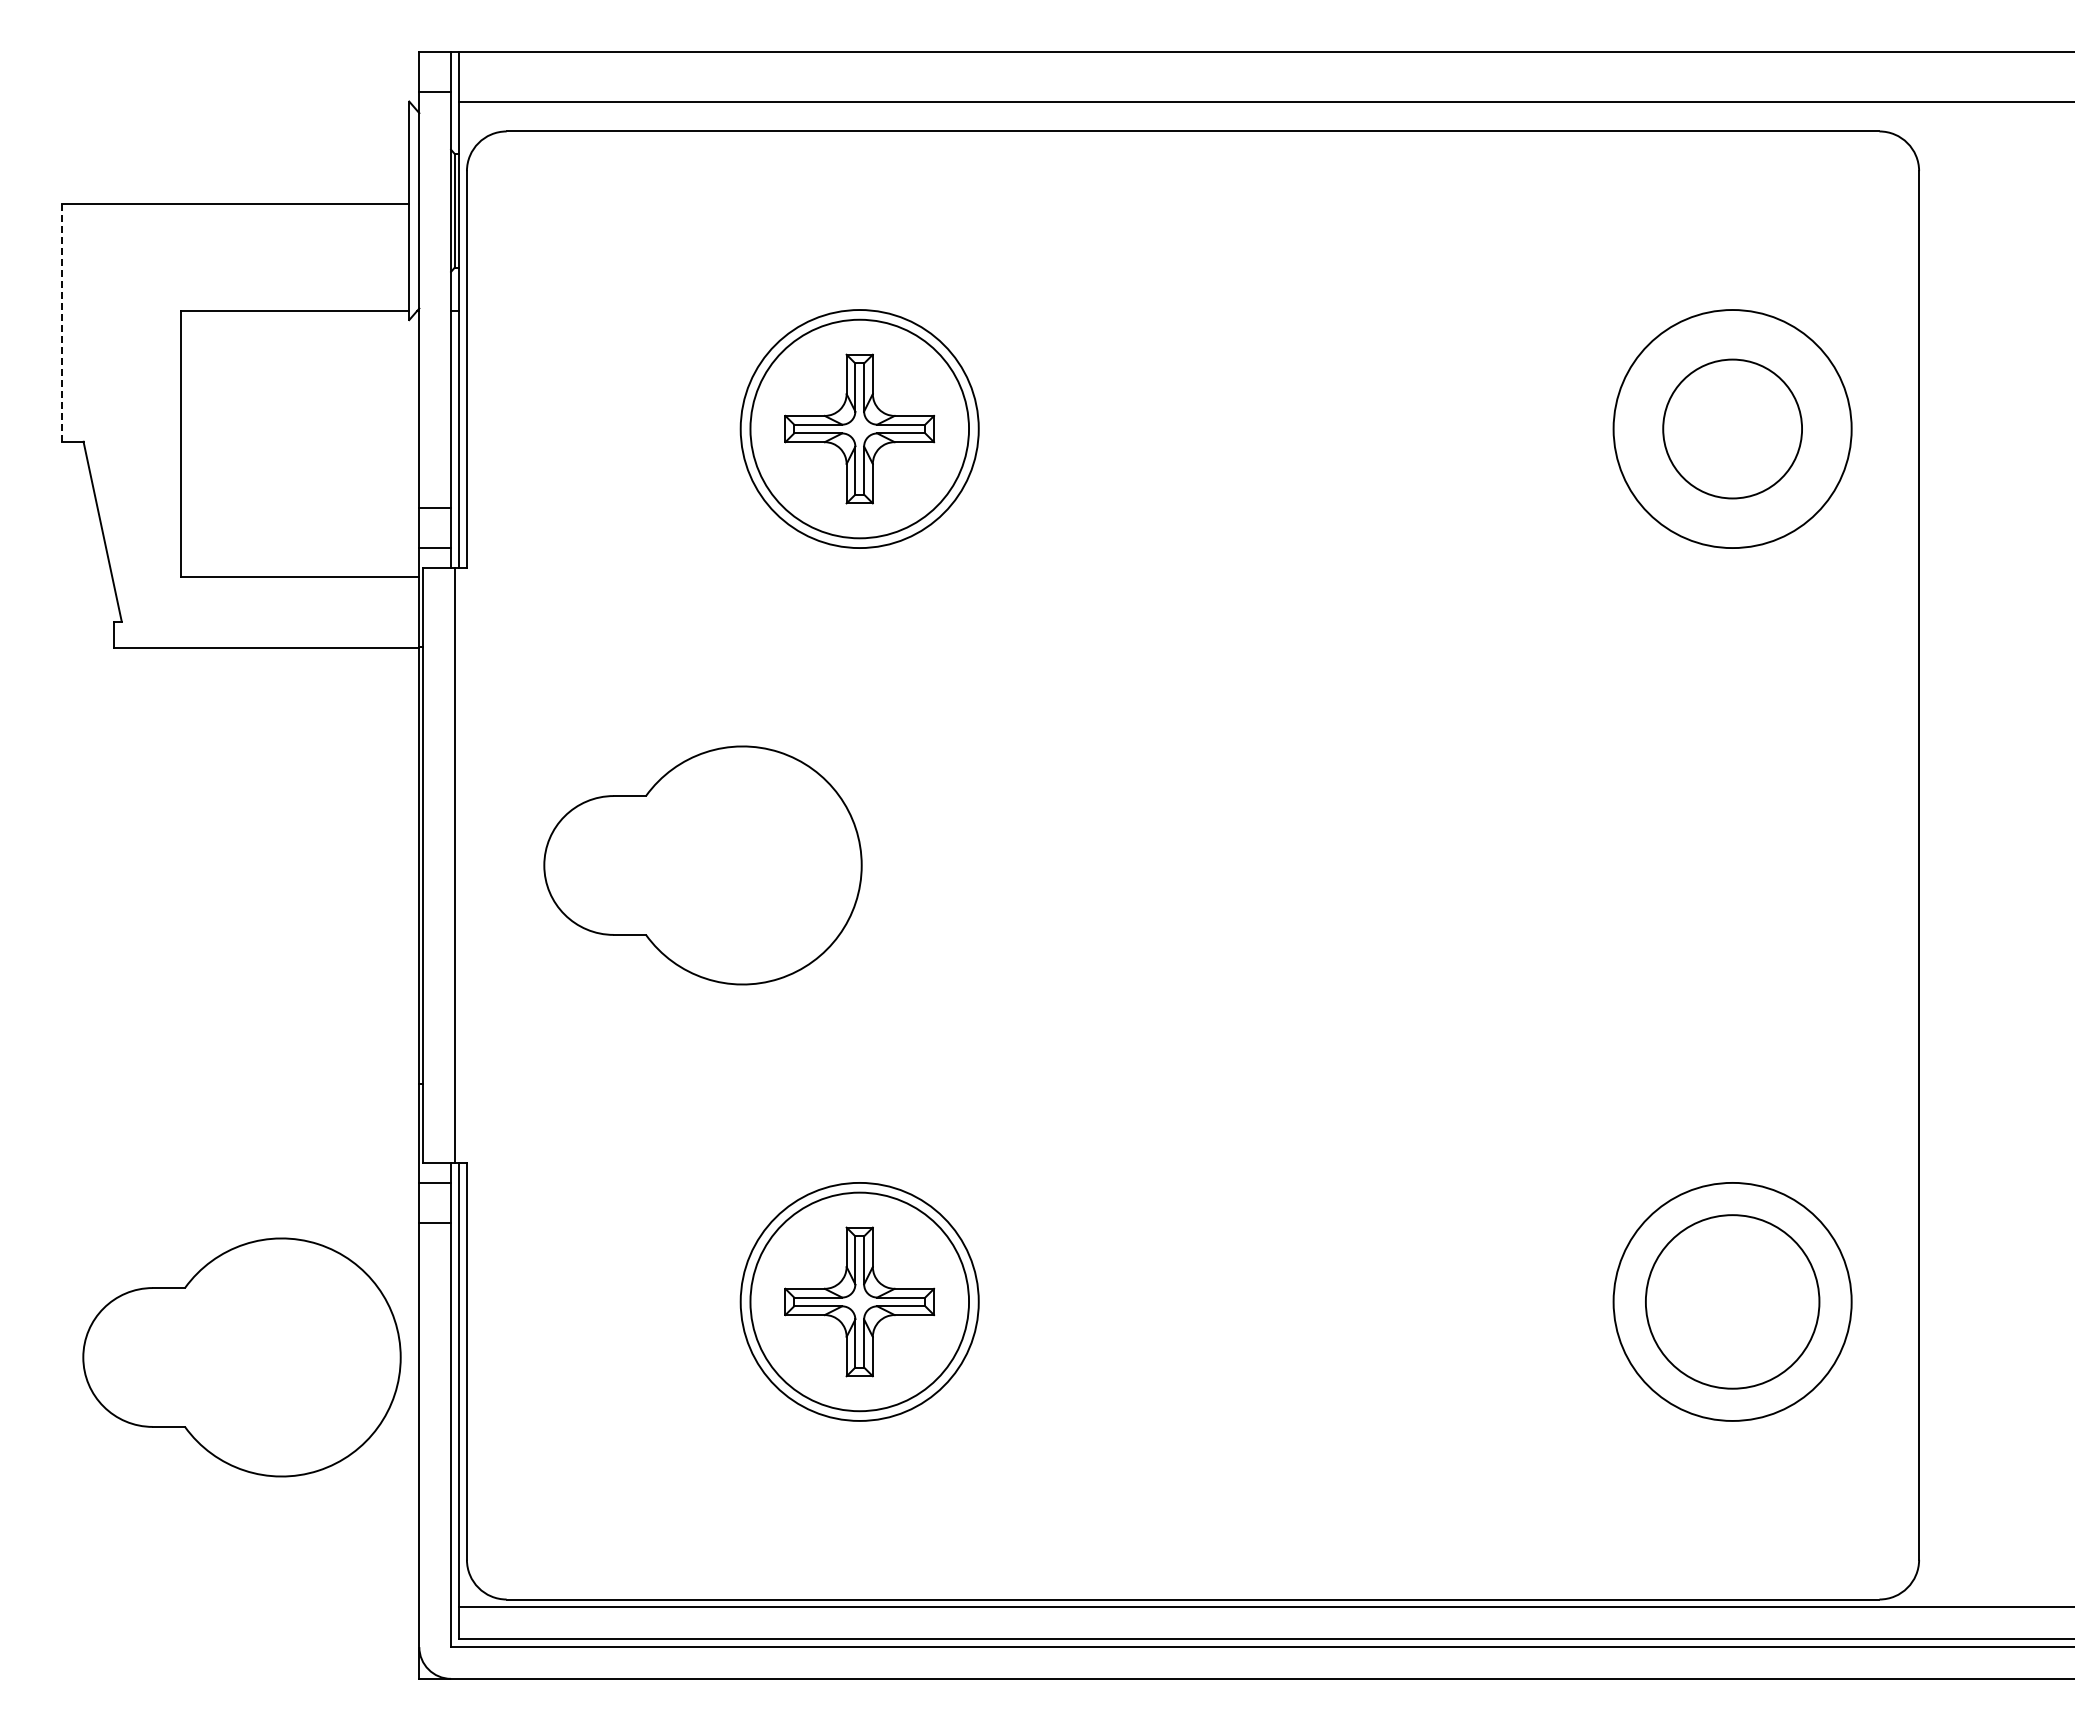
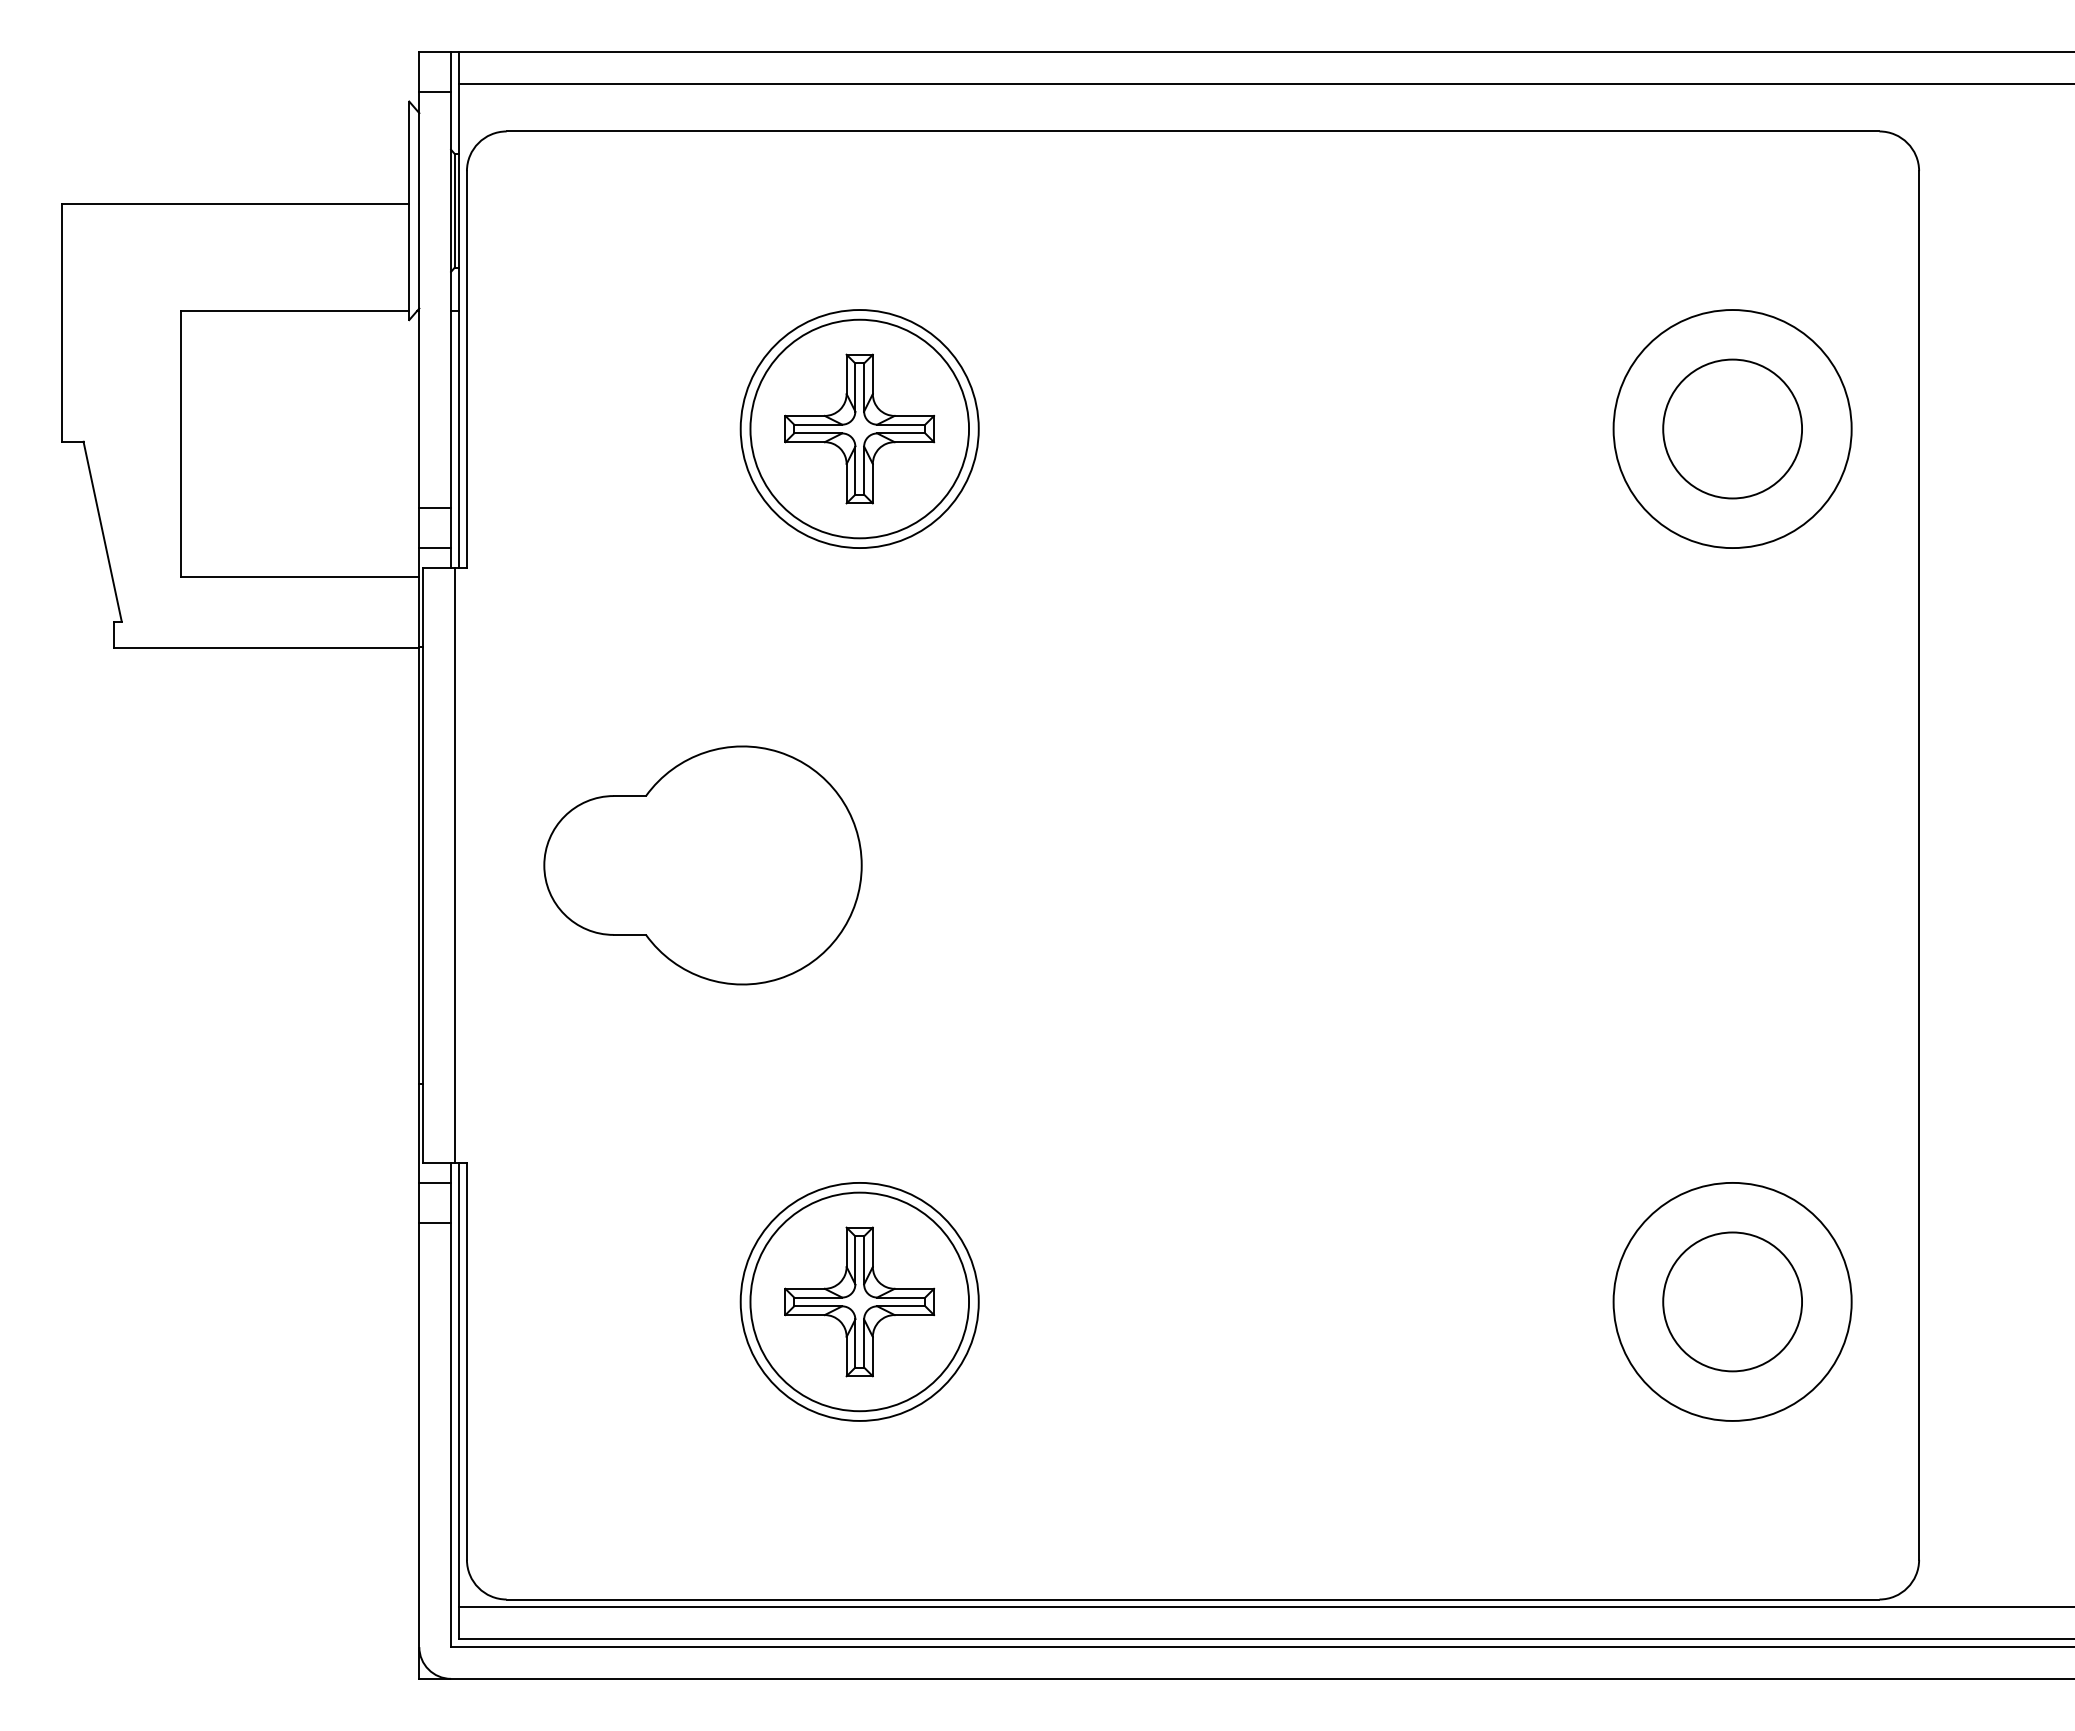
line at (1265, 101) position: (1265, 101) -> (1265, 83)
line at (62, 323): dashed -> solid
circle at (1732, 1301) diameter: 174 px -> 139 px
part at (241, 1357): present -> none
